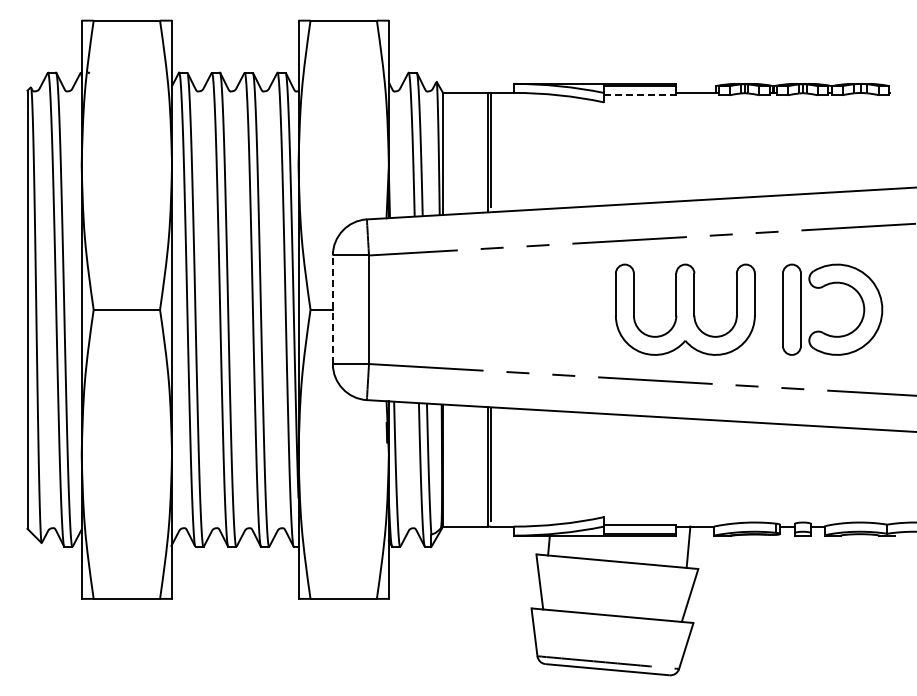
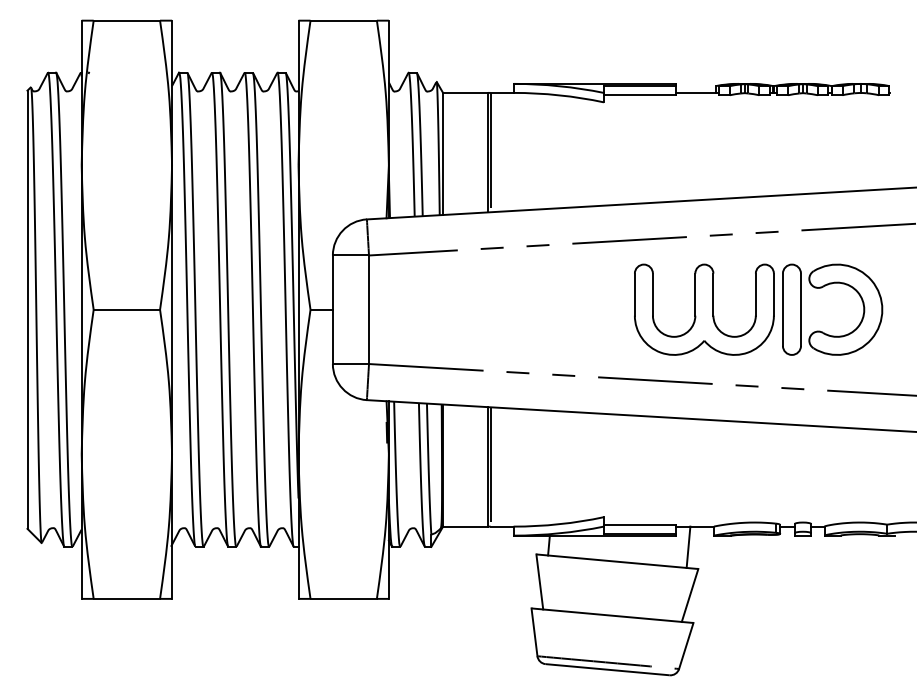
line at (640, 94): dashed -> solid
line at (332, 309): dashed -> solid
part at (685, 309) position: (685, 309) -> (704, 309)
